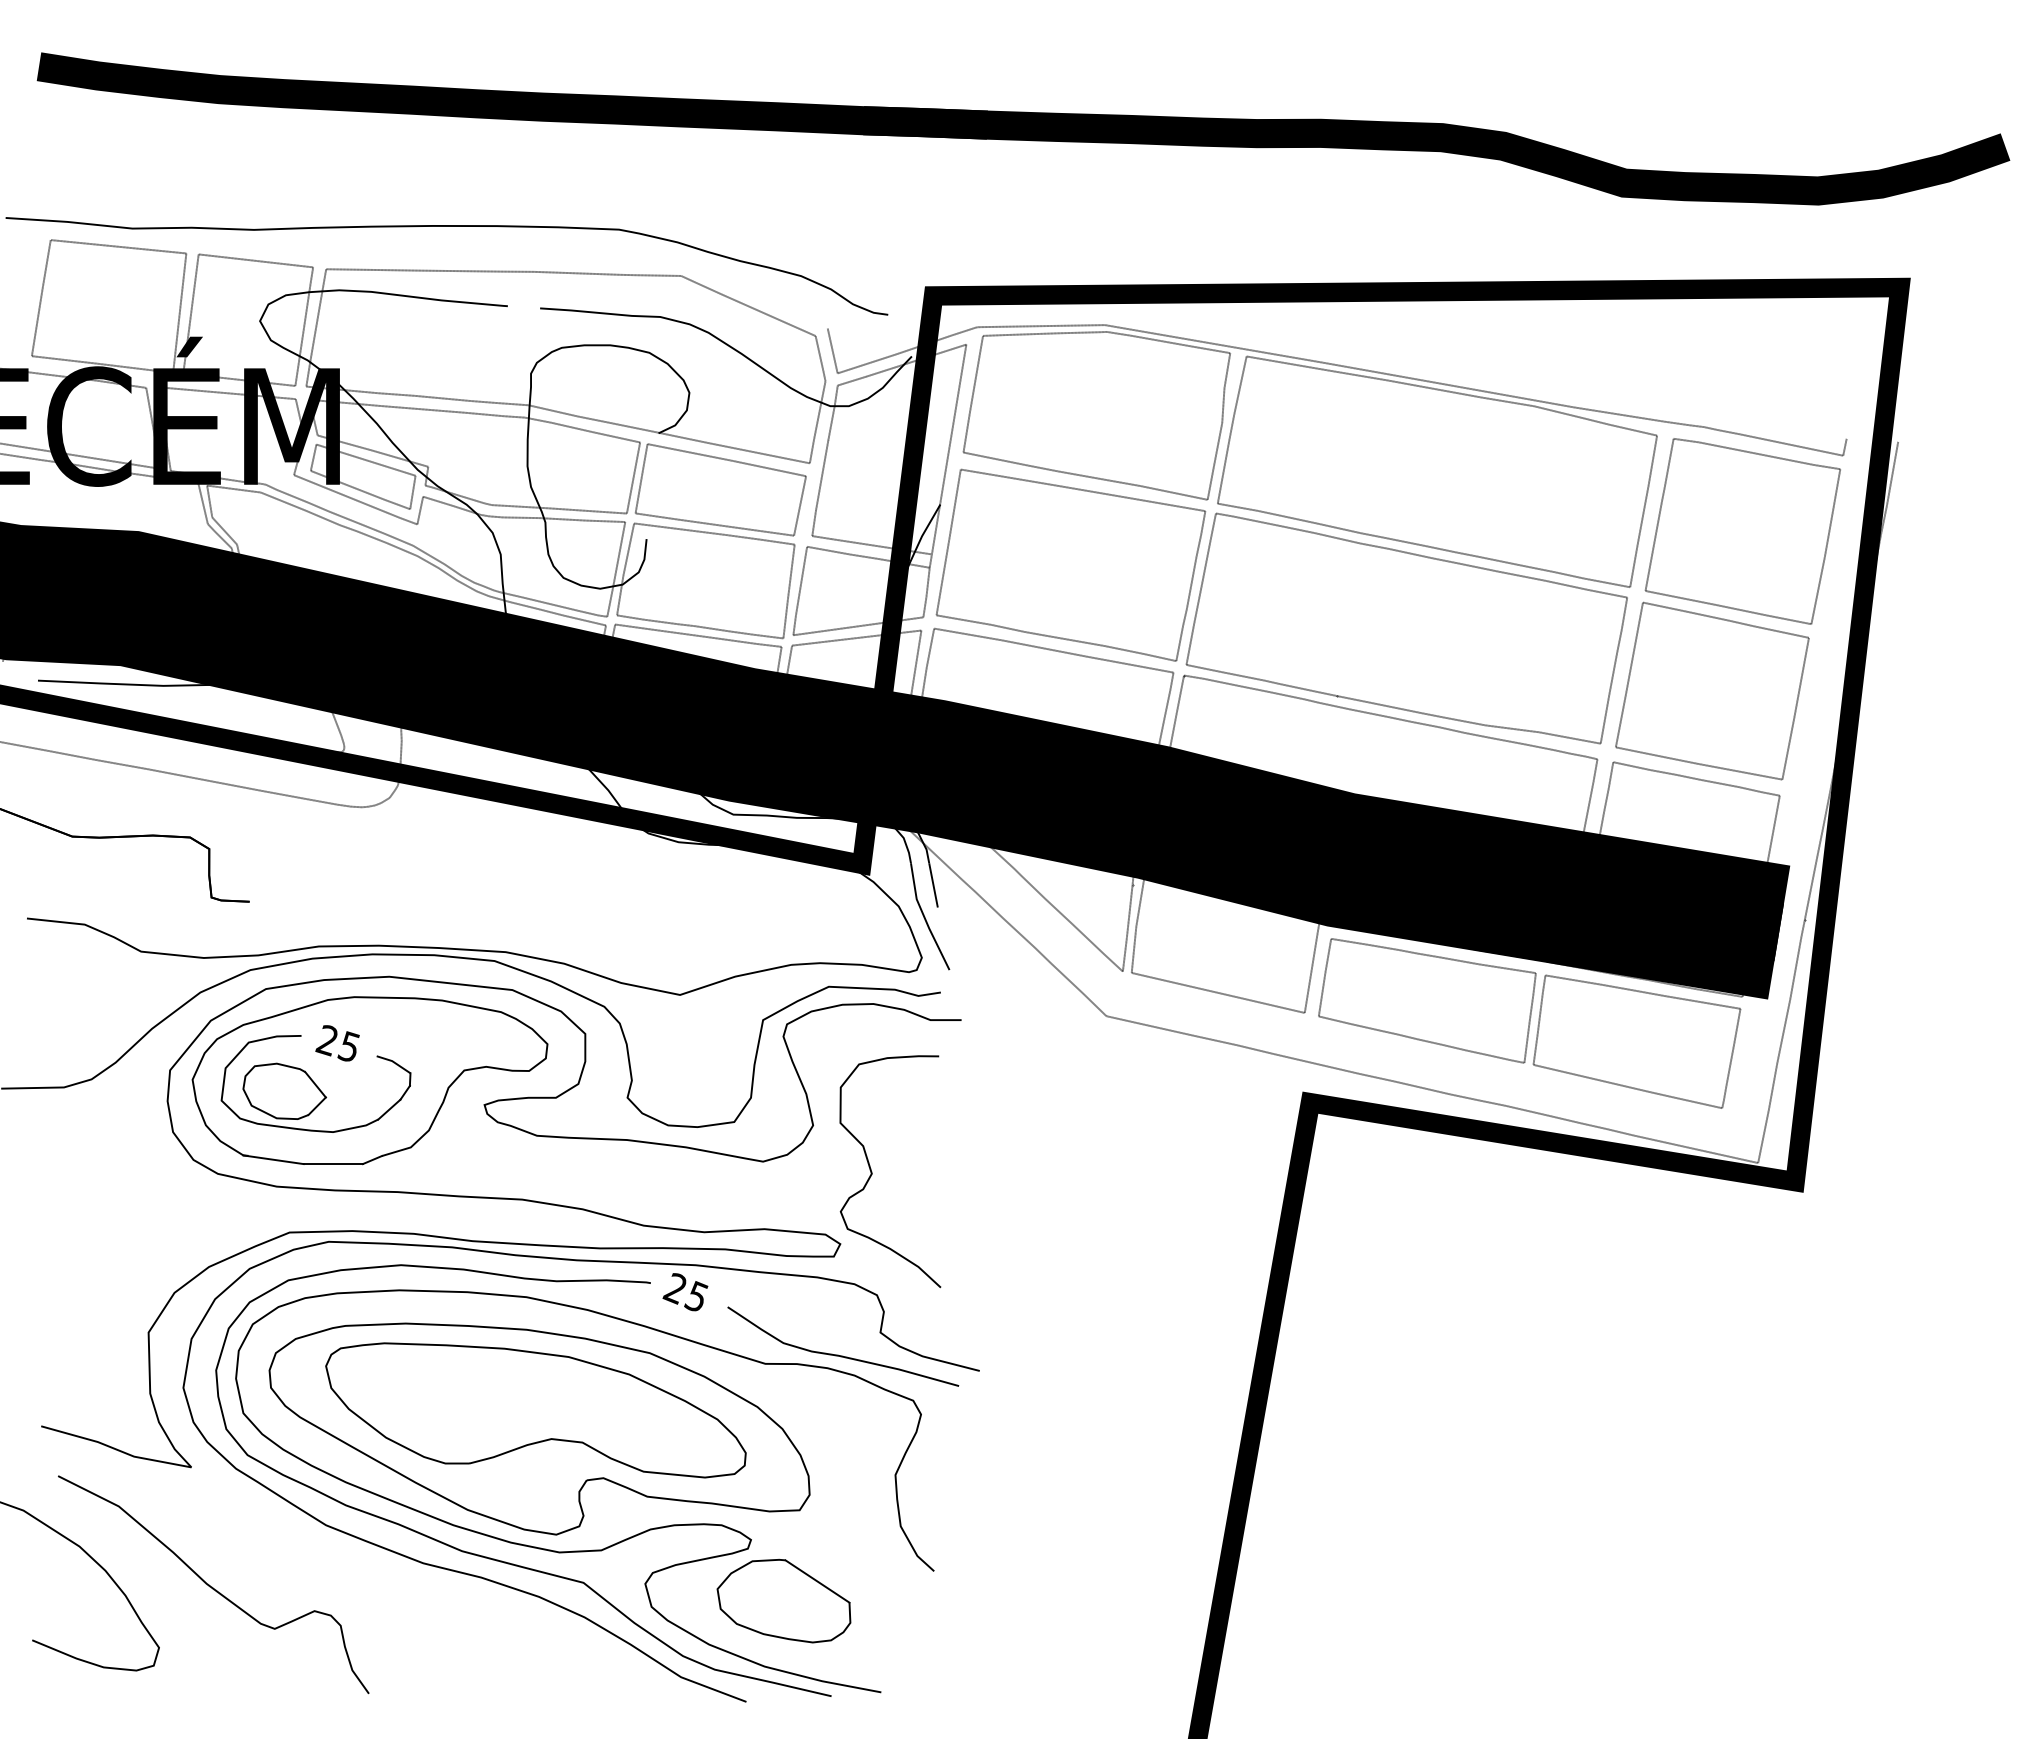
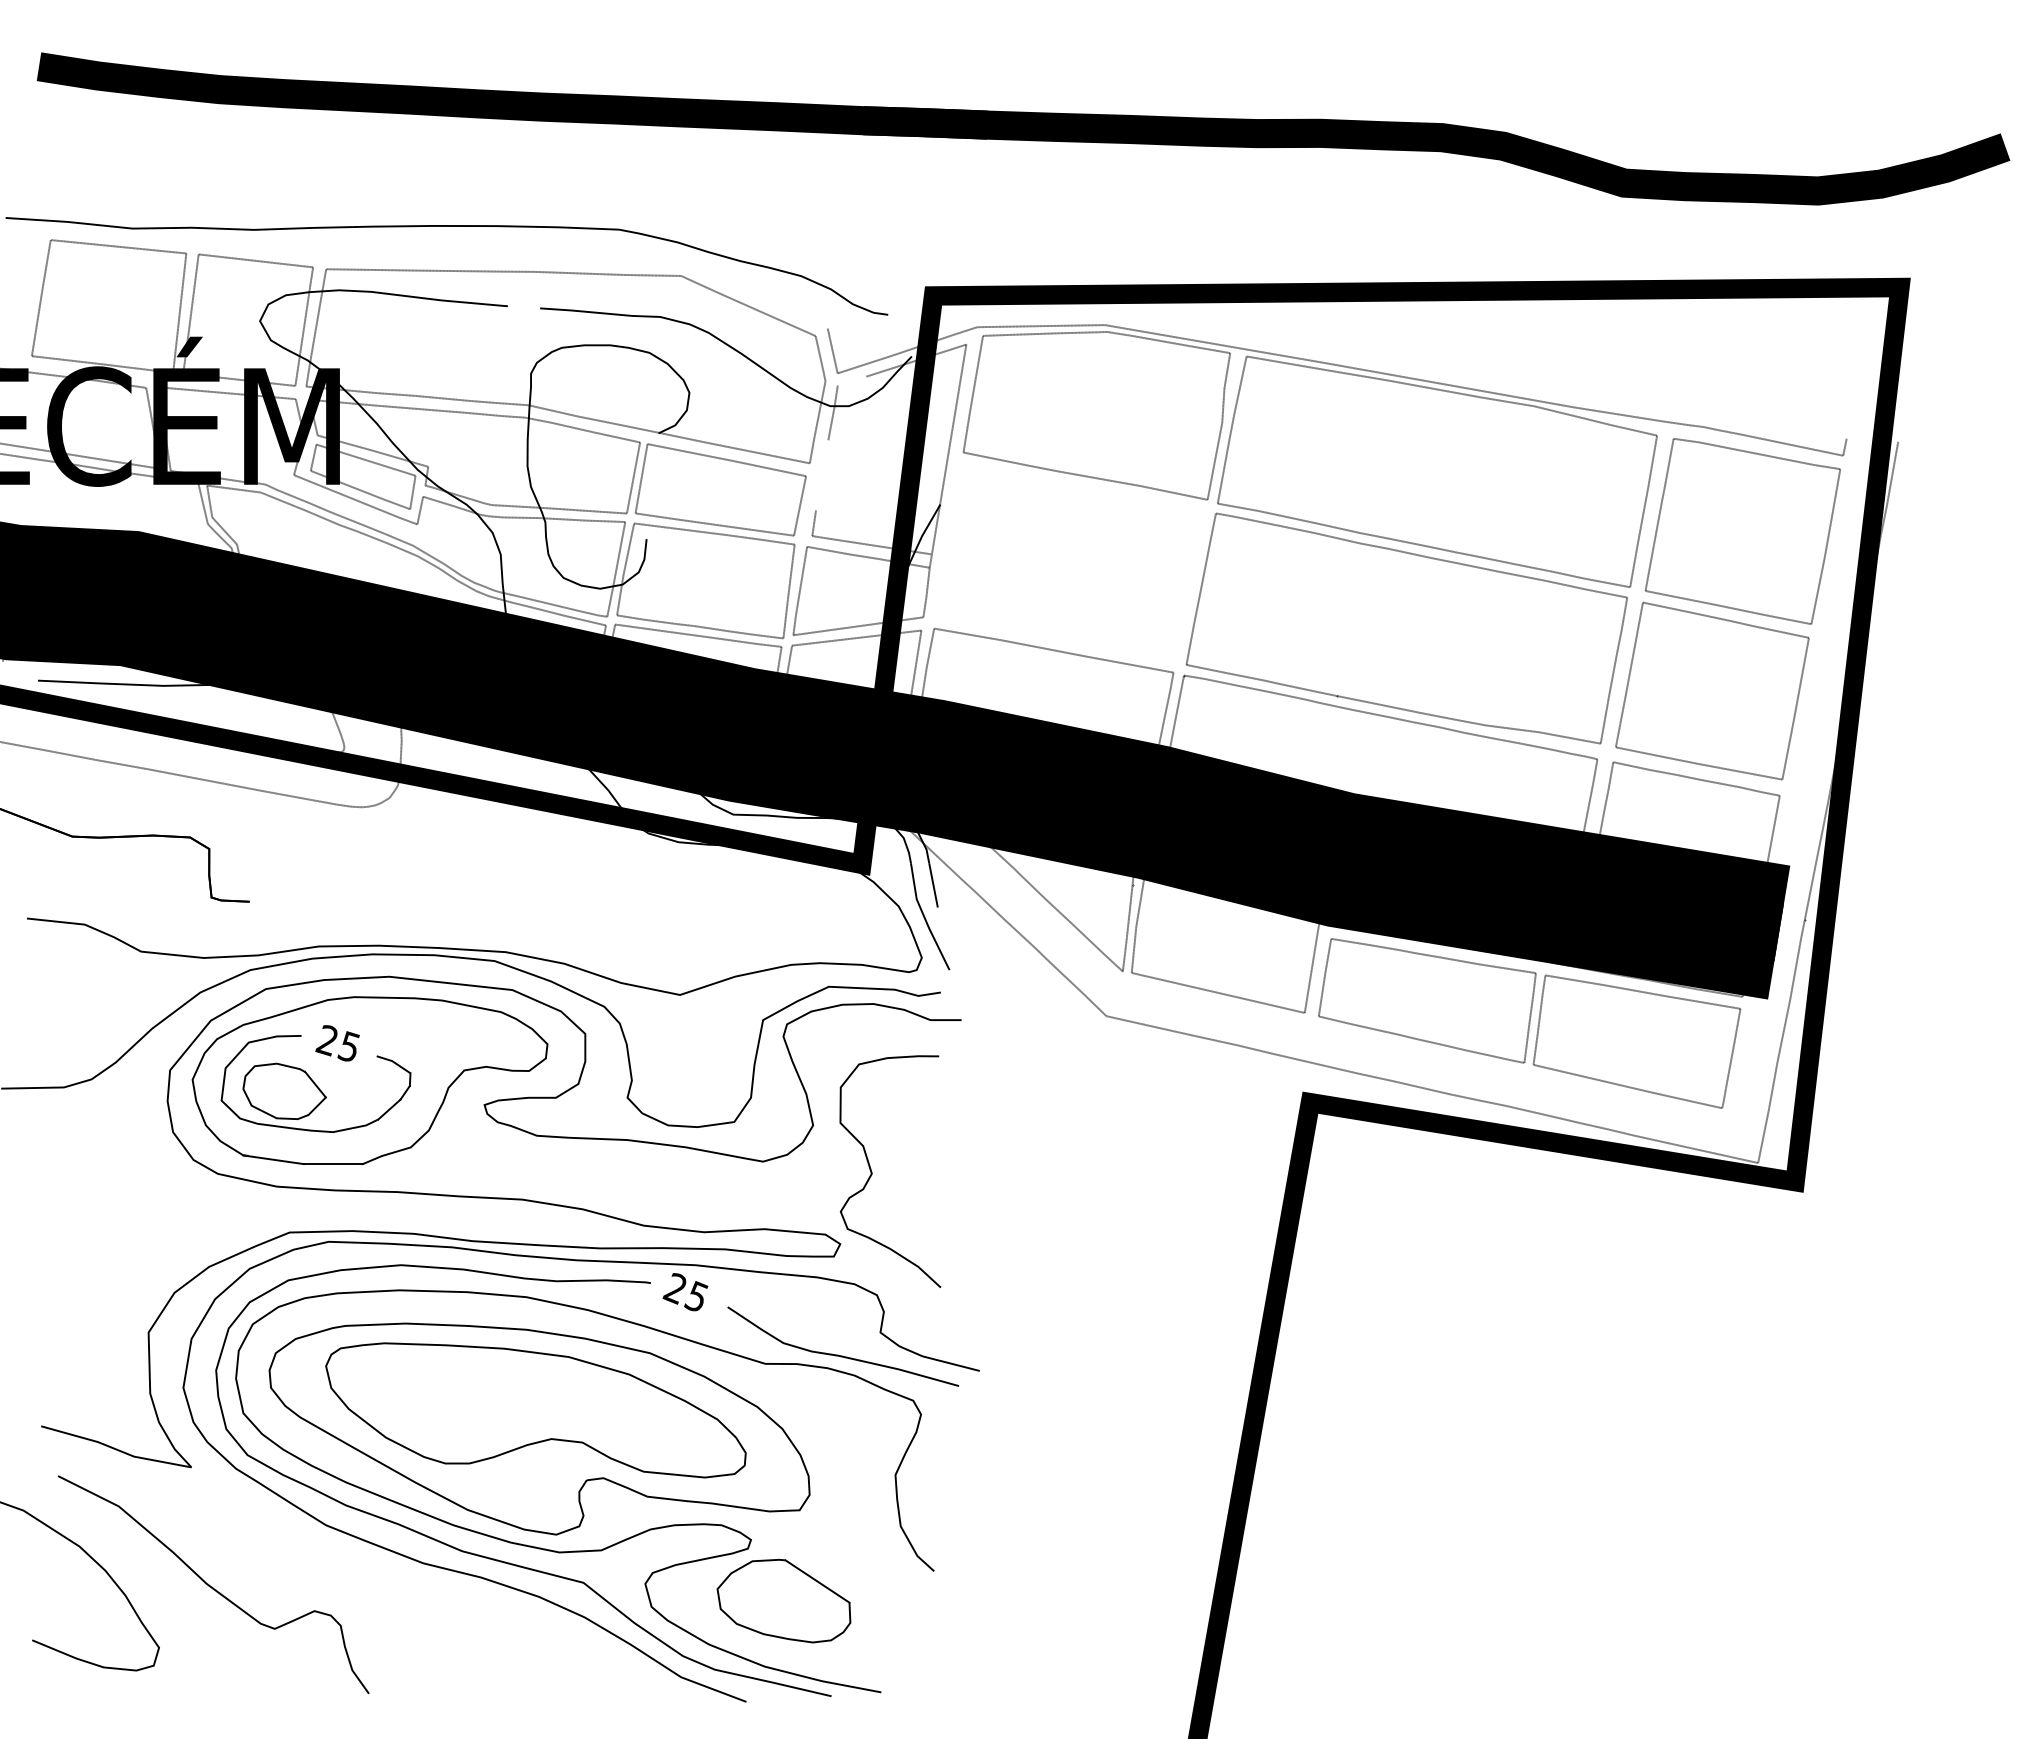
line at (851, 380): present -> none
line at (822, 475): present -> none
part at (1070, 564): present -> none
